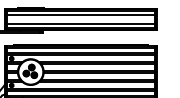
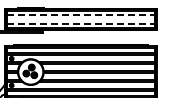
line at (81, 15): solid -> dashed
line at (81, 23): solid -> dashed
